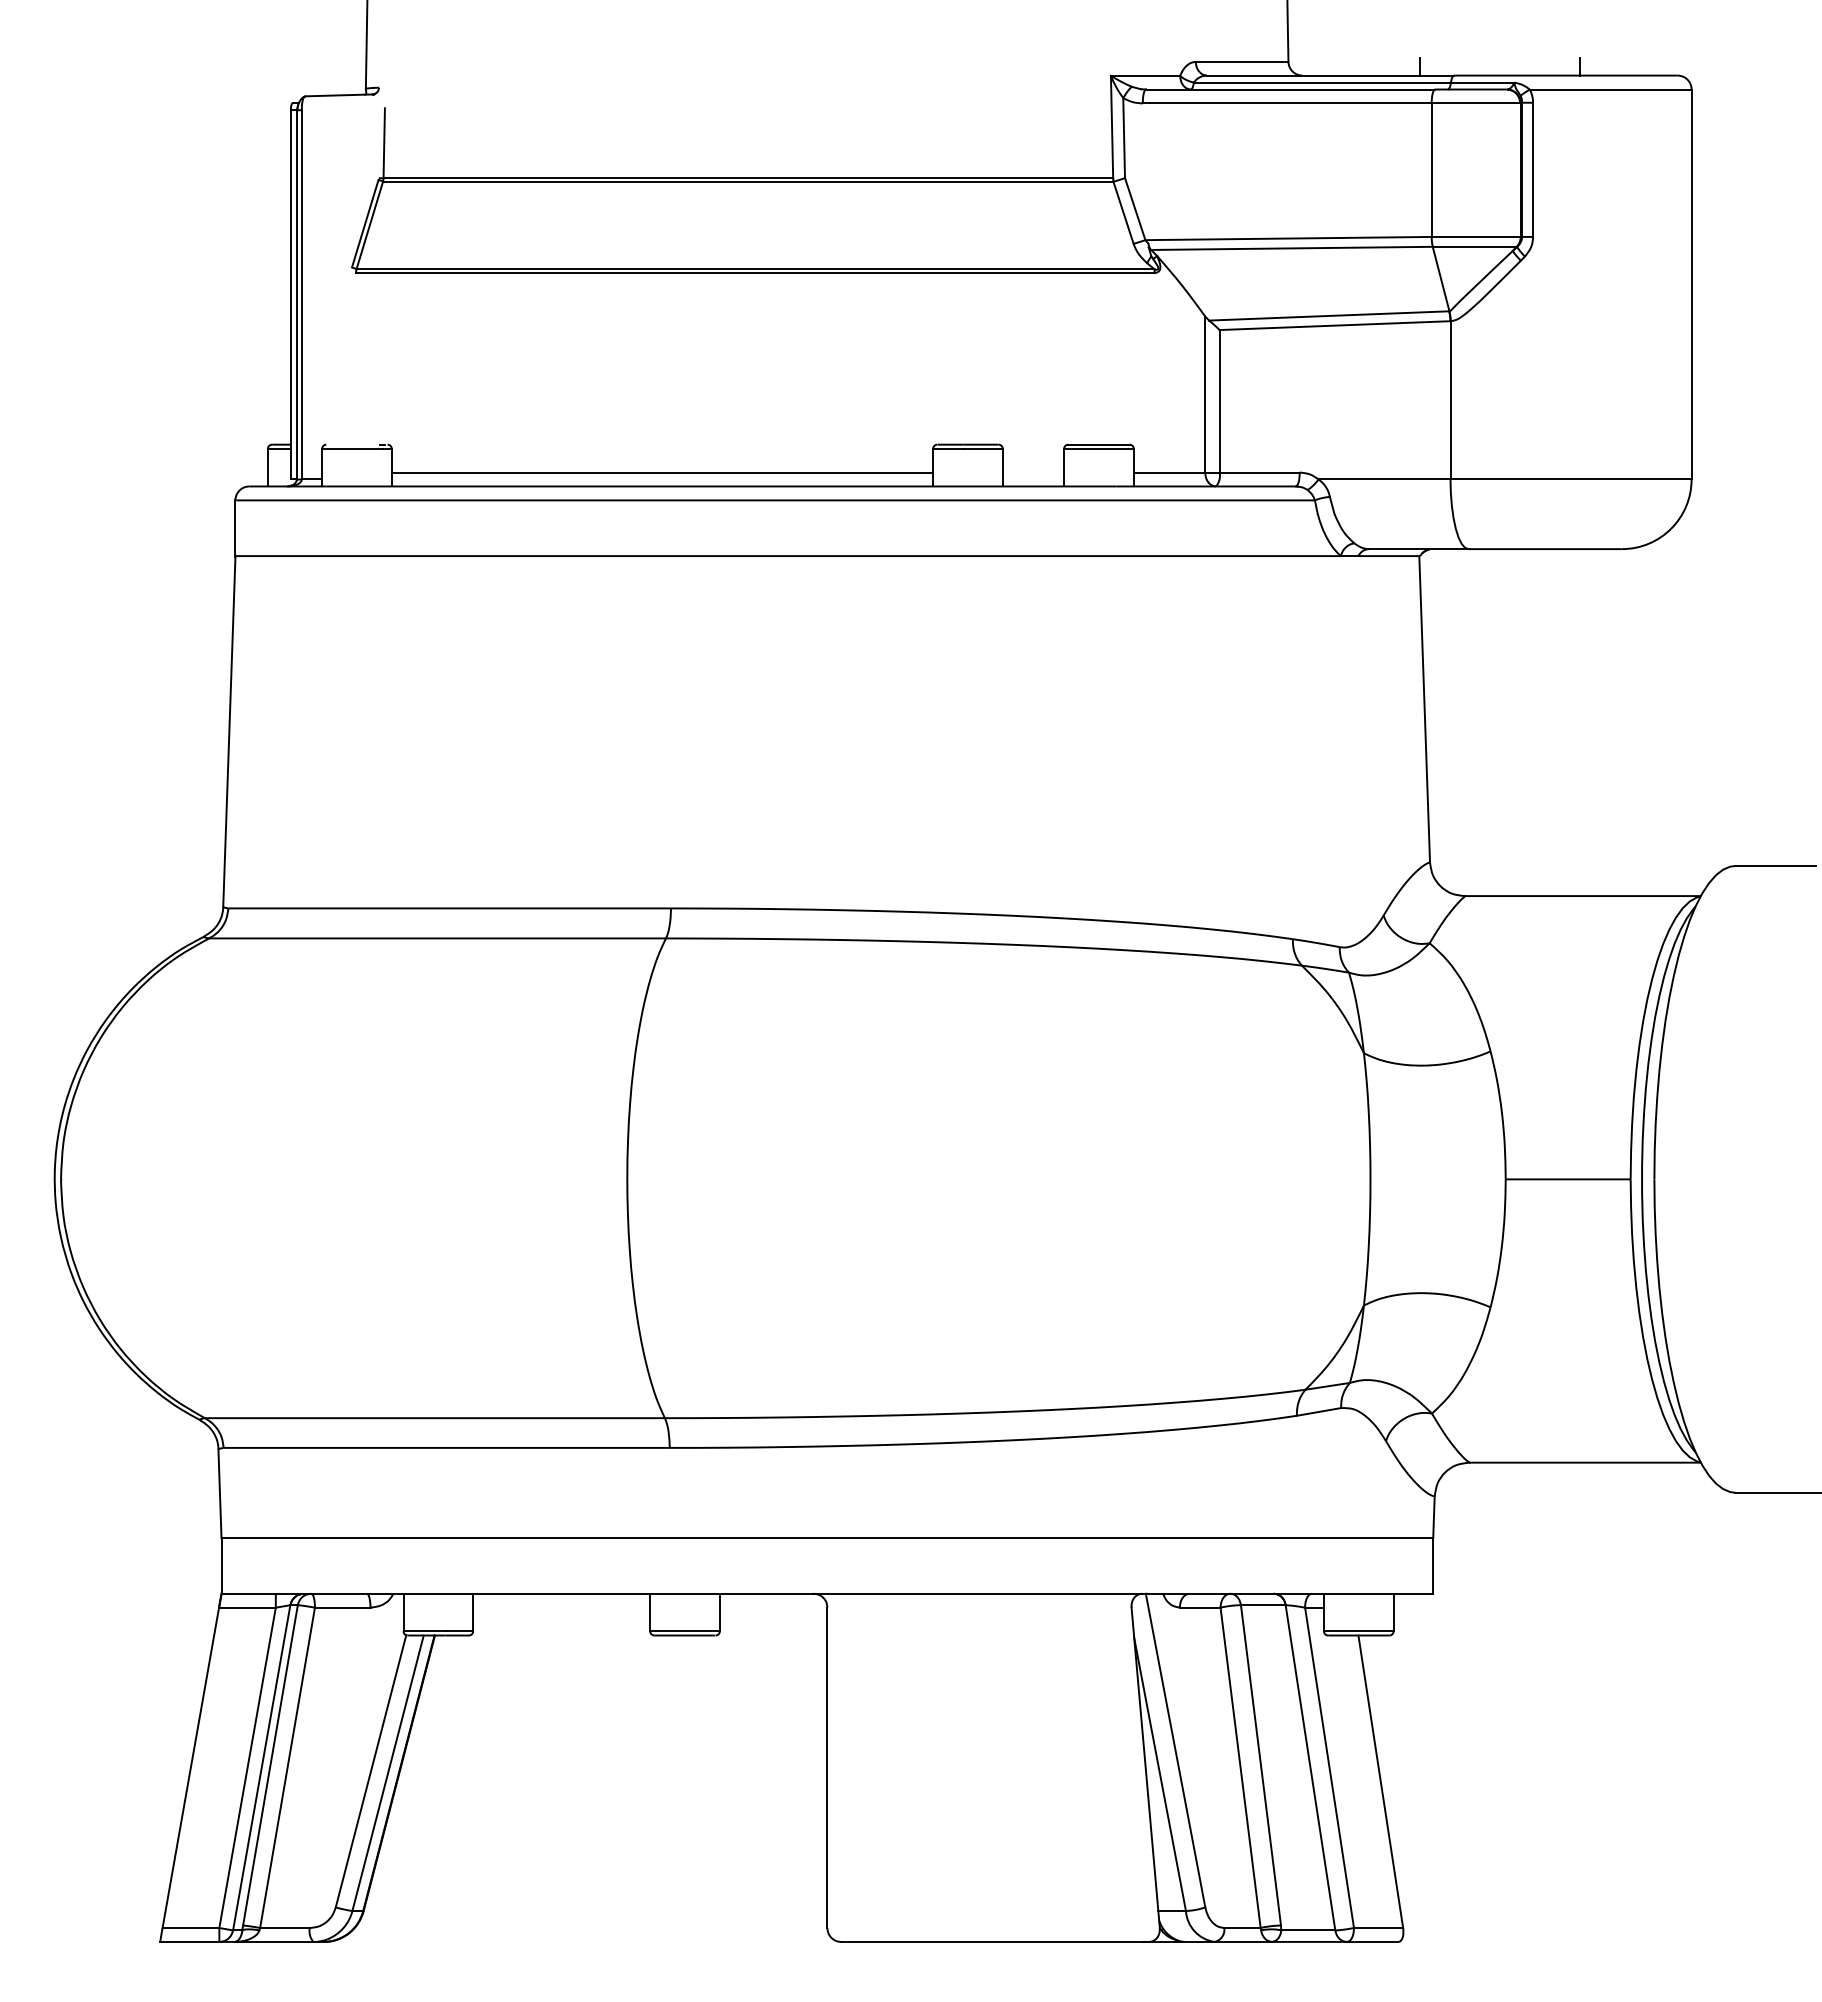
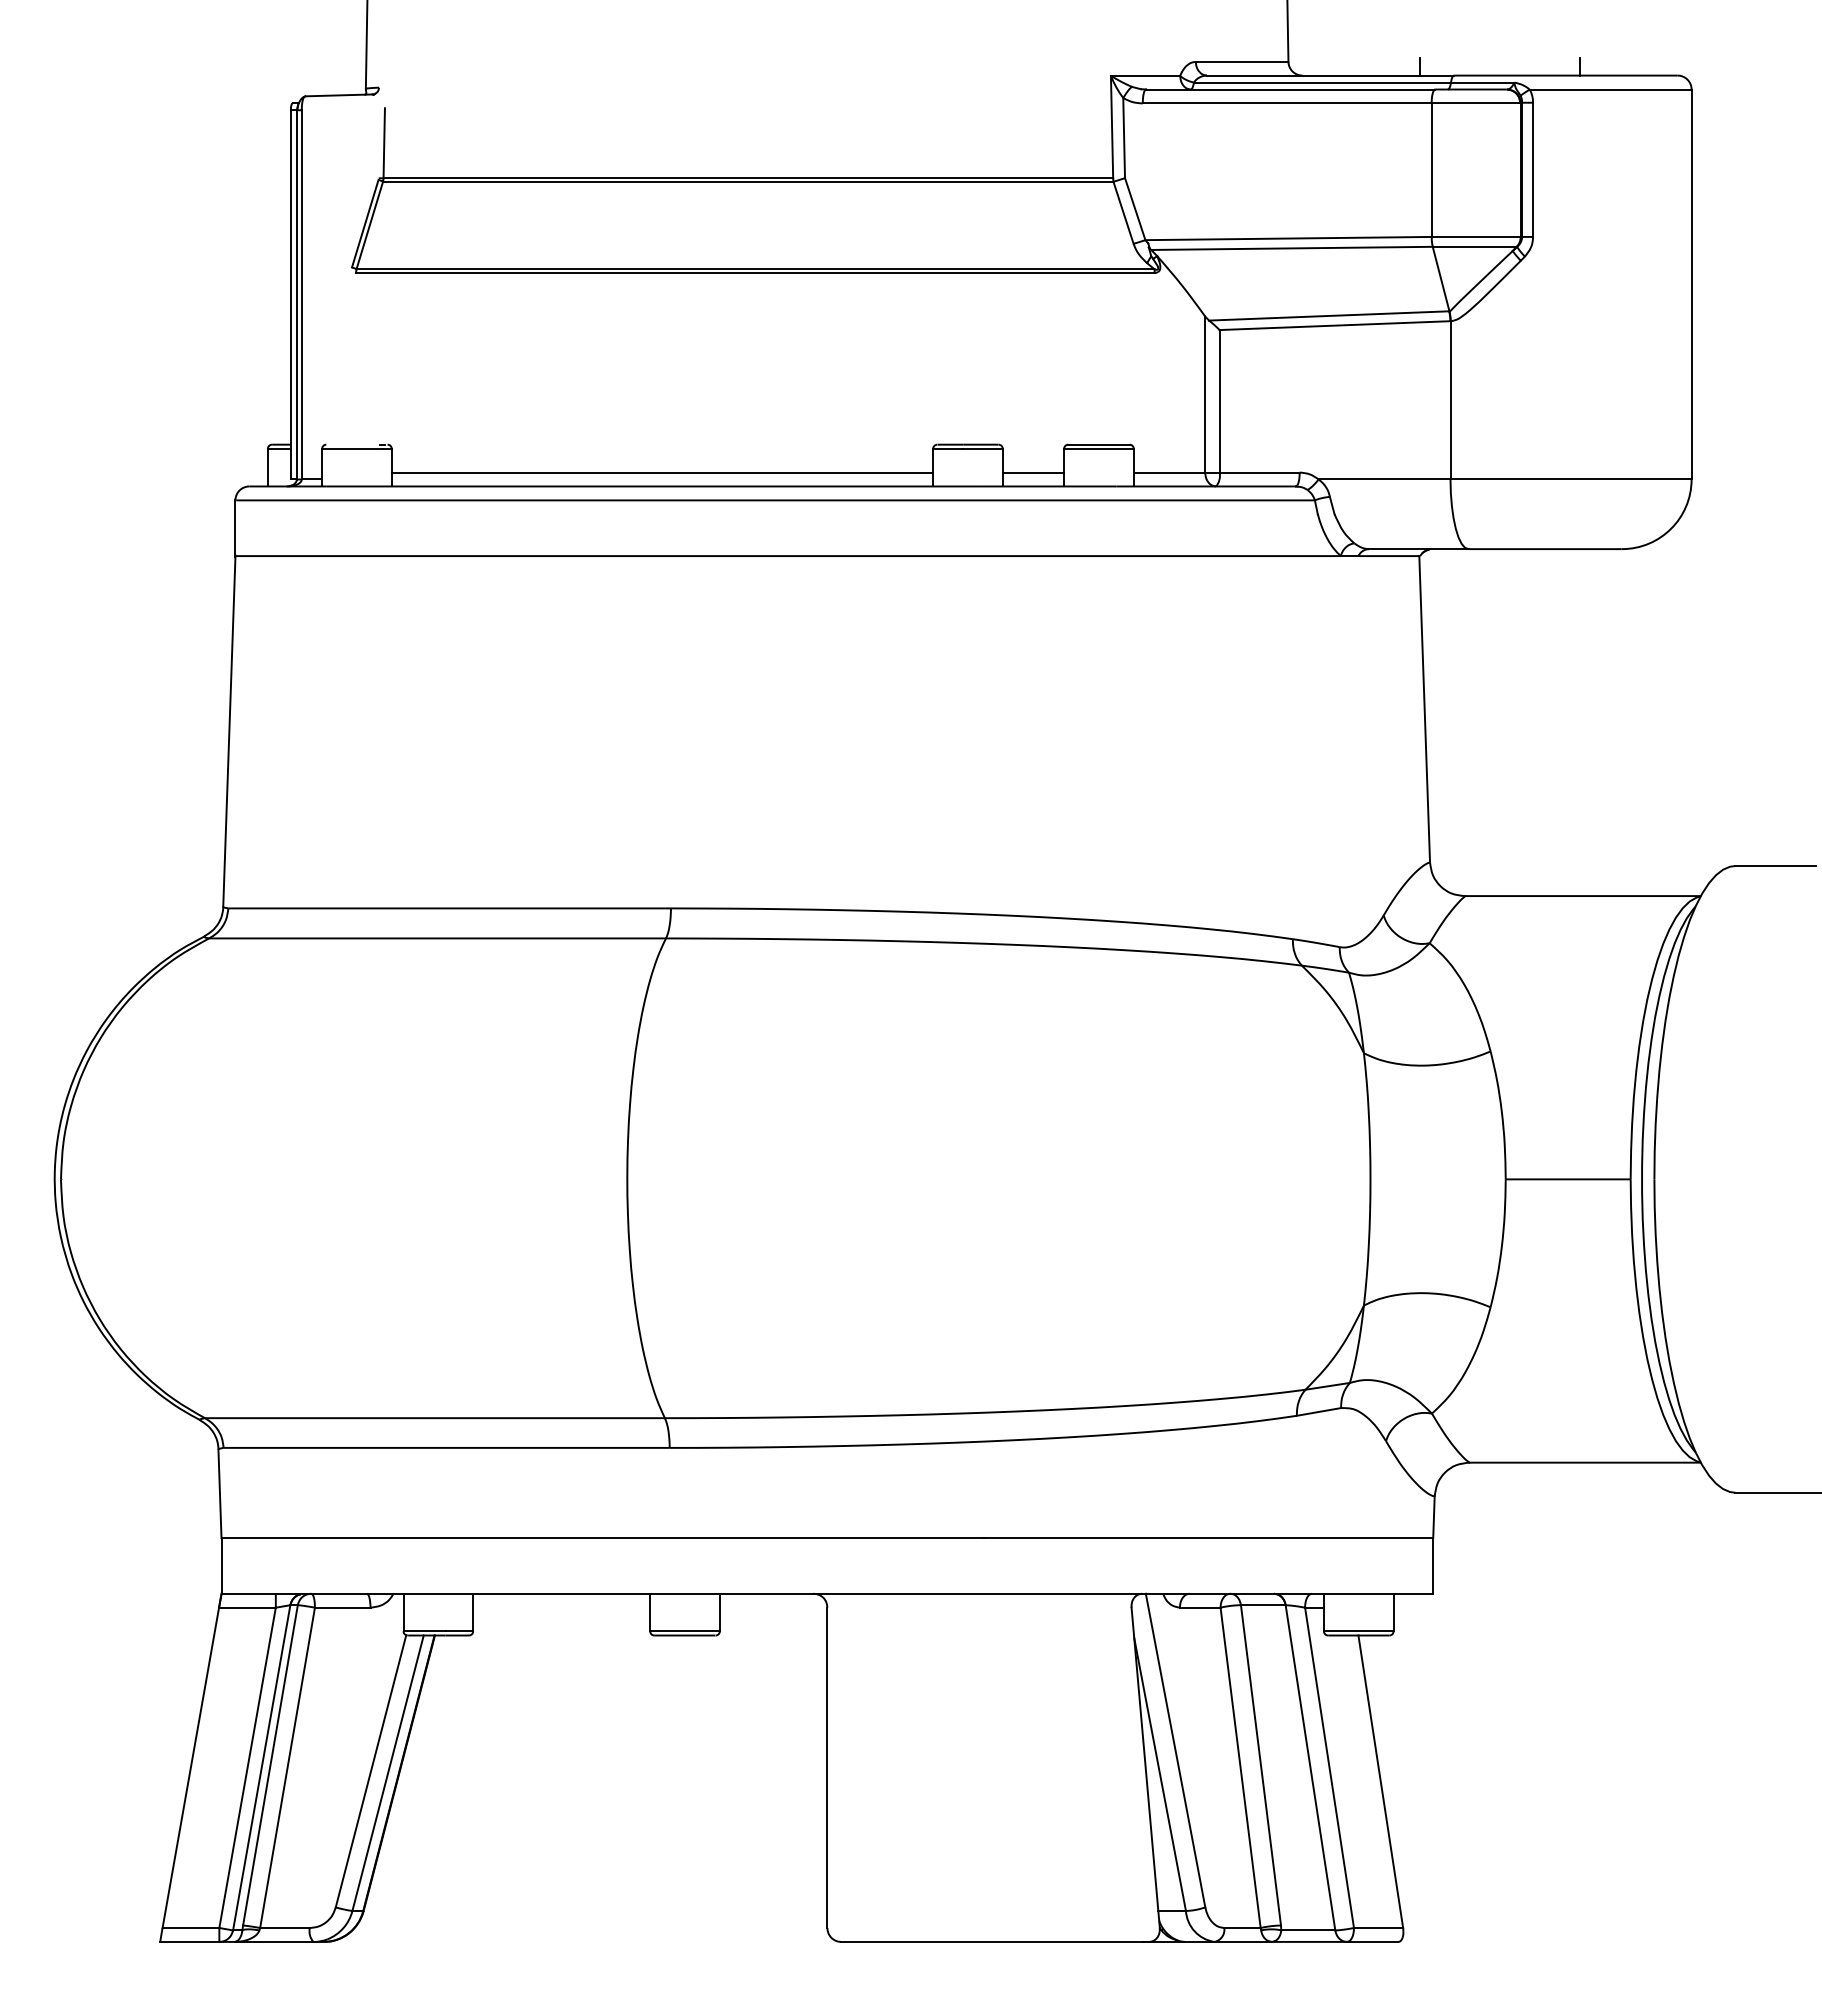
line at (1033, 472): none -> present
